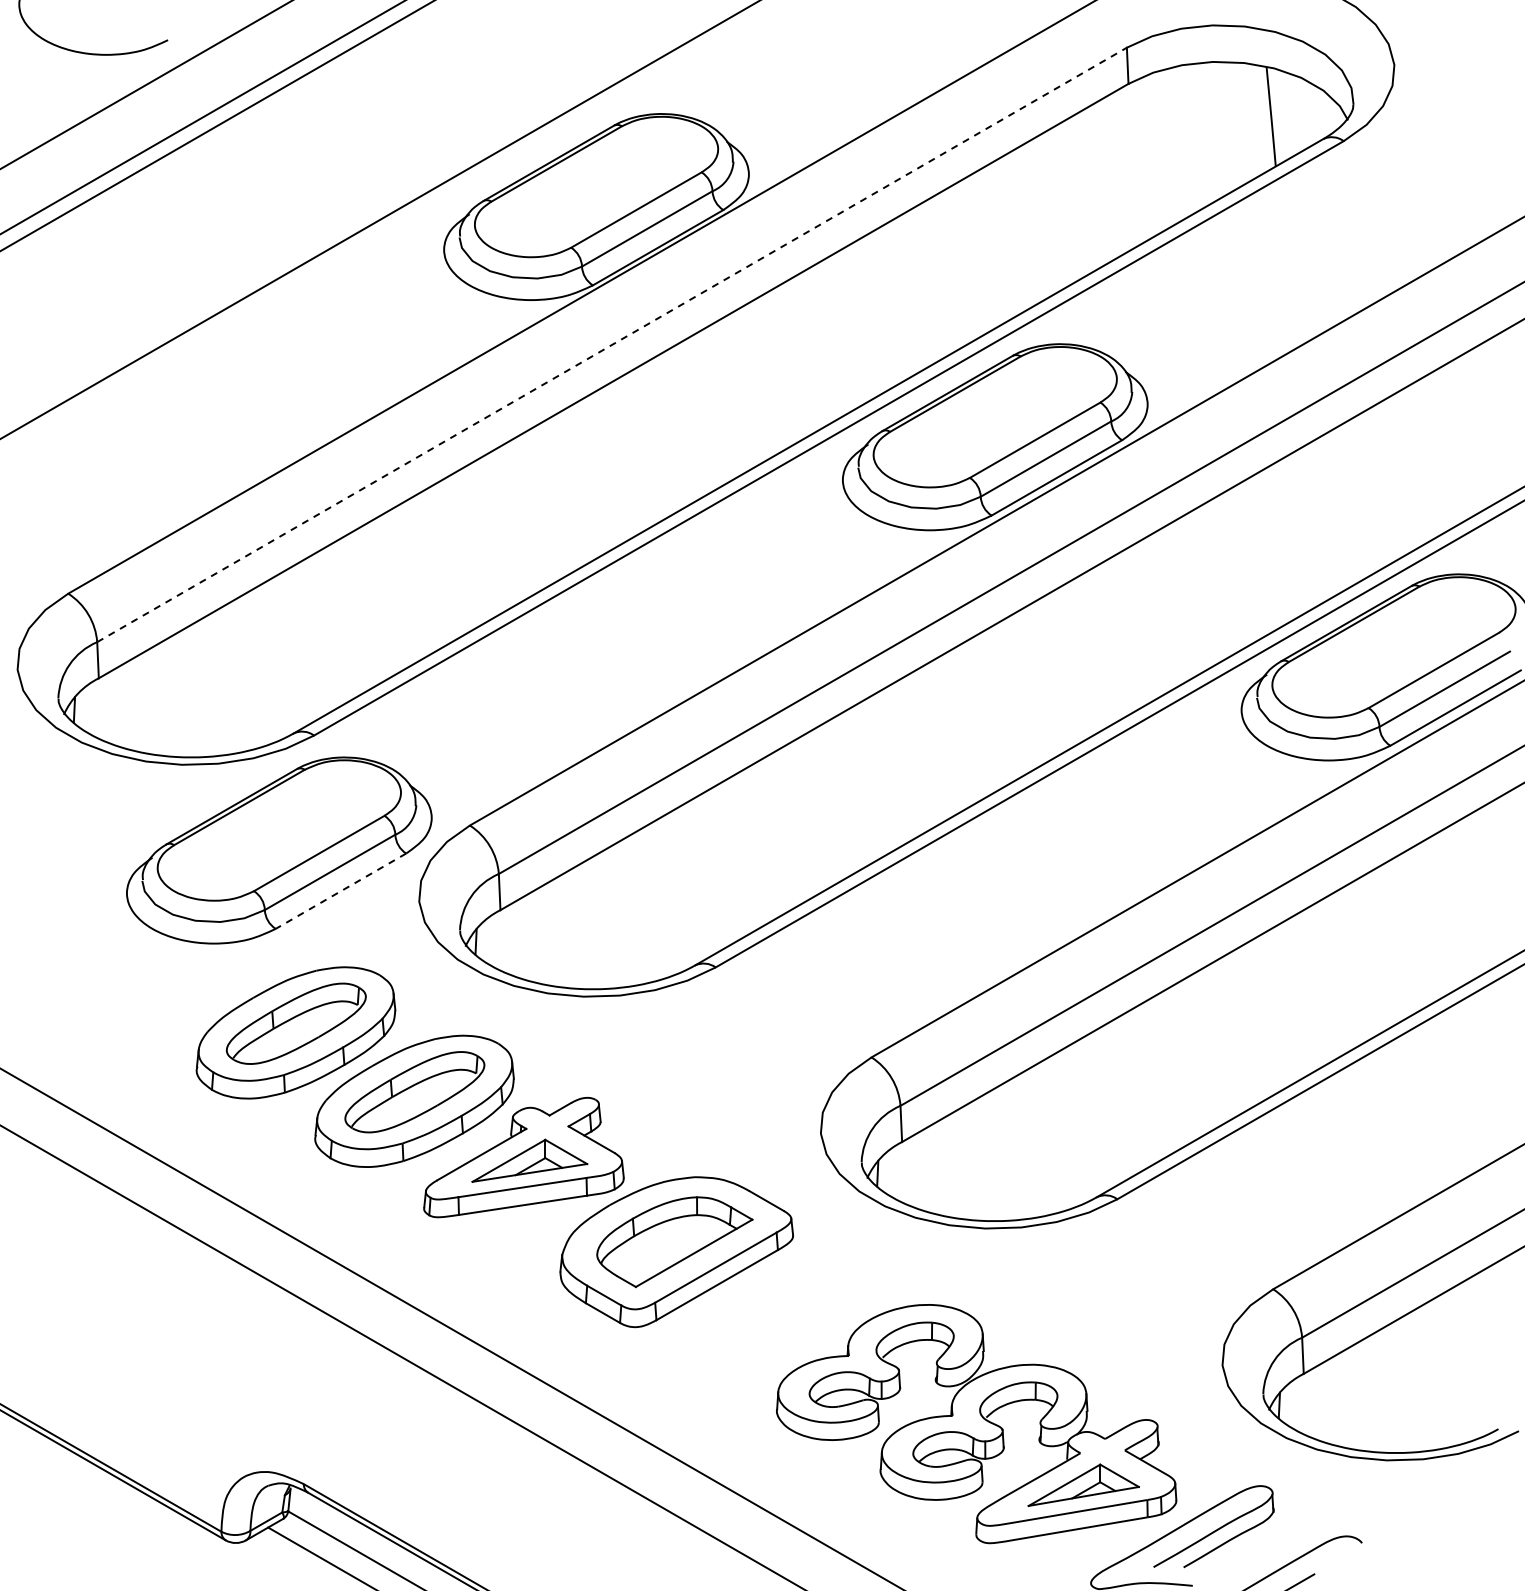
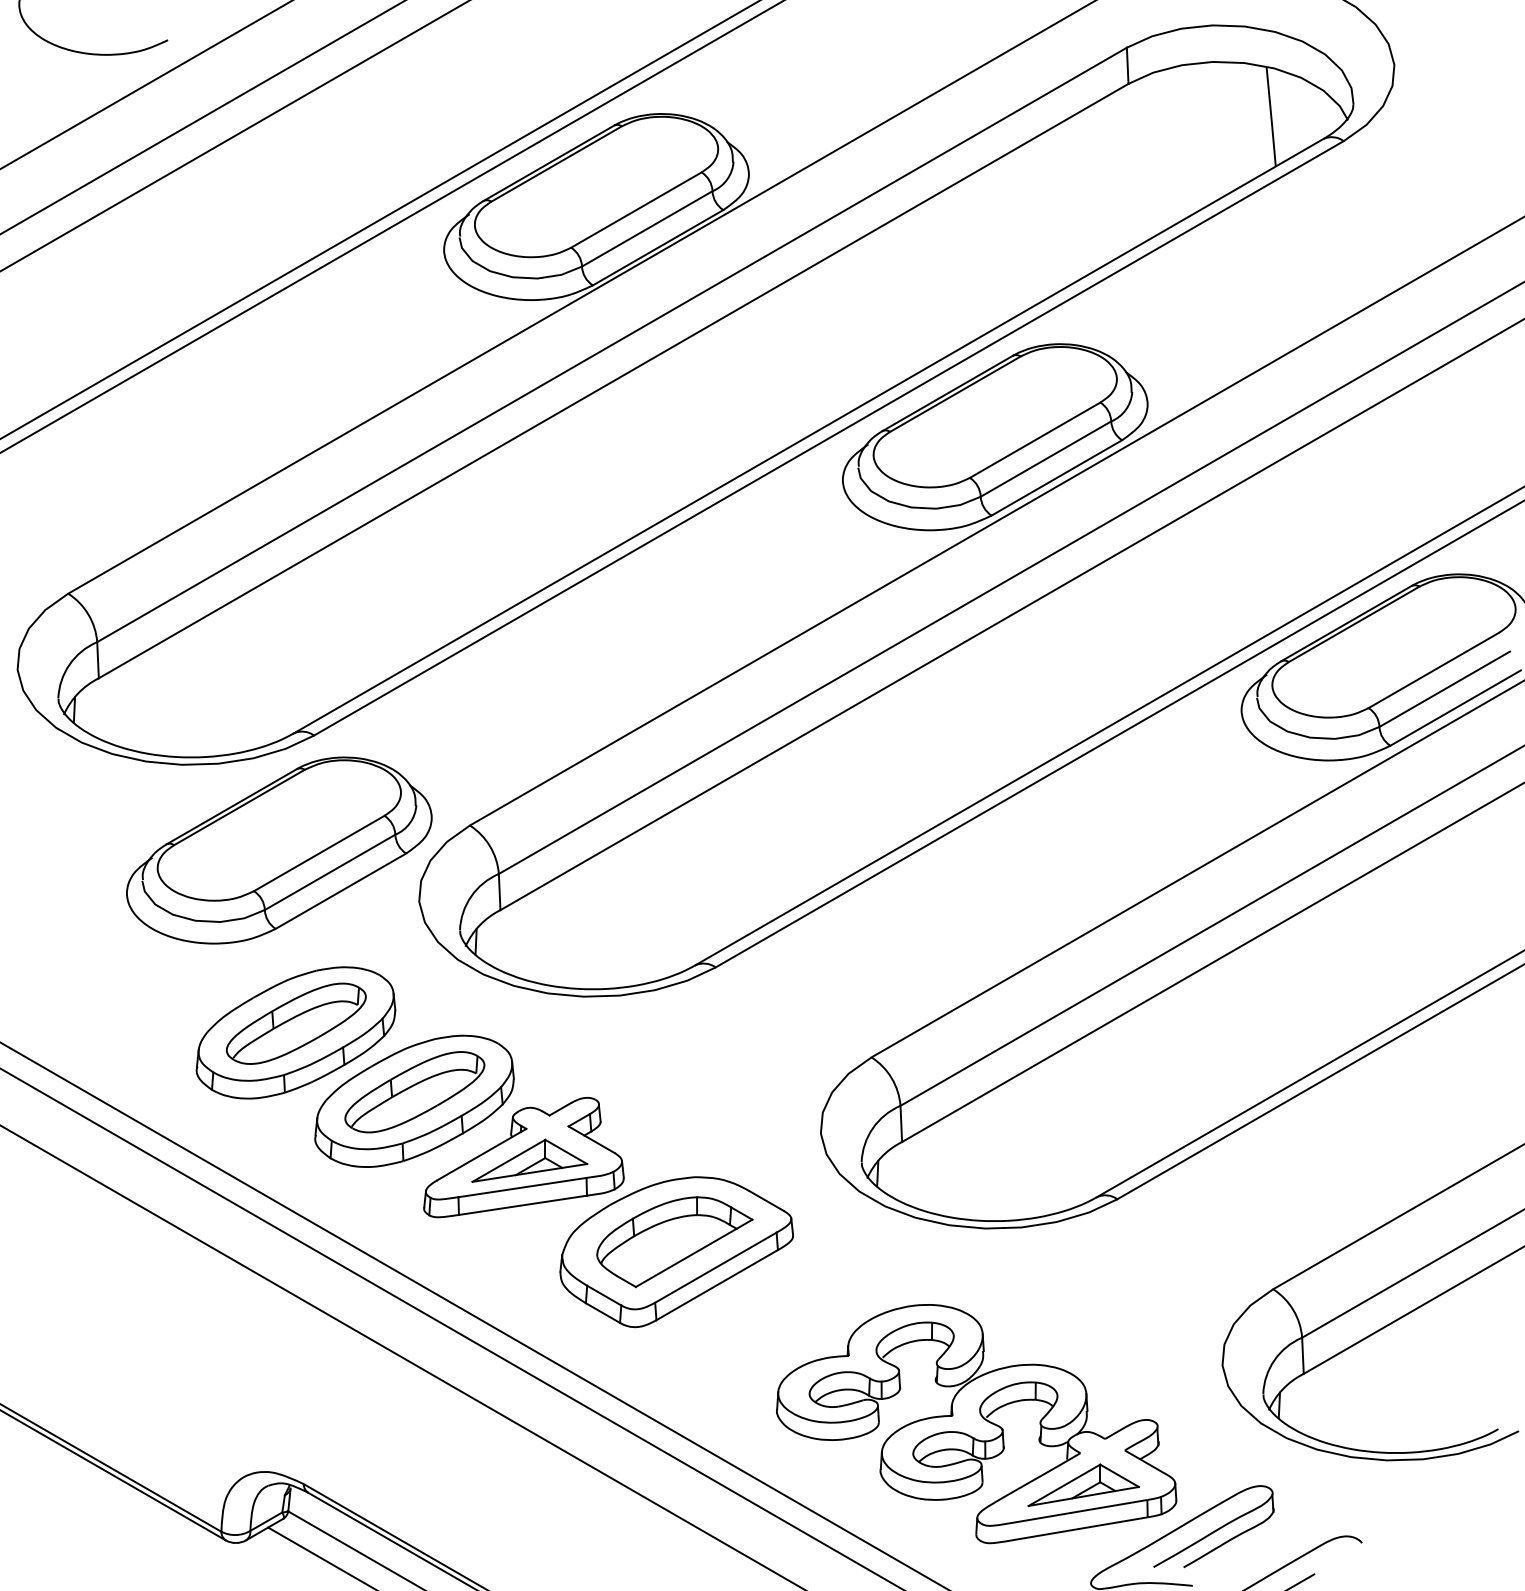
line at (216, 125) position: (216, 125) -> (234, 136)
line at (391, 226): none -> present
line at (612, 344): dashed -> solid
line at (340, 891): dashed -> solid
line at (473, 1315): none -> present
